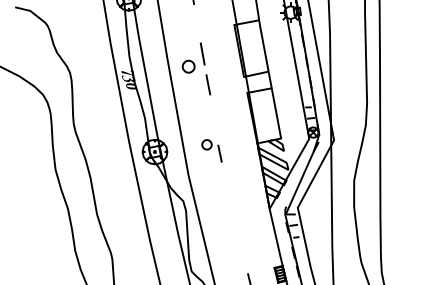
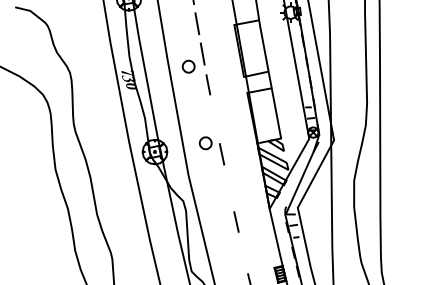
line at (197, 23): none -> present
part at (211, 150) size: 22x24 px -> 28x30 px
line at (236, 221): none -> present
